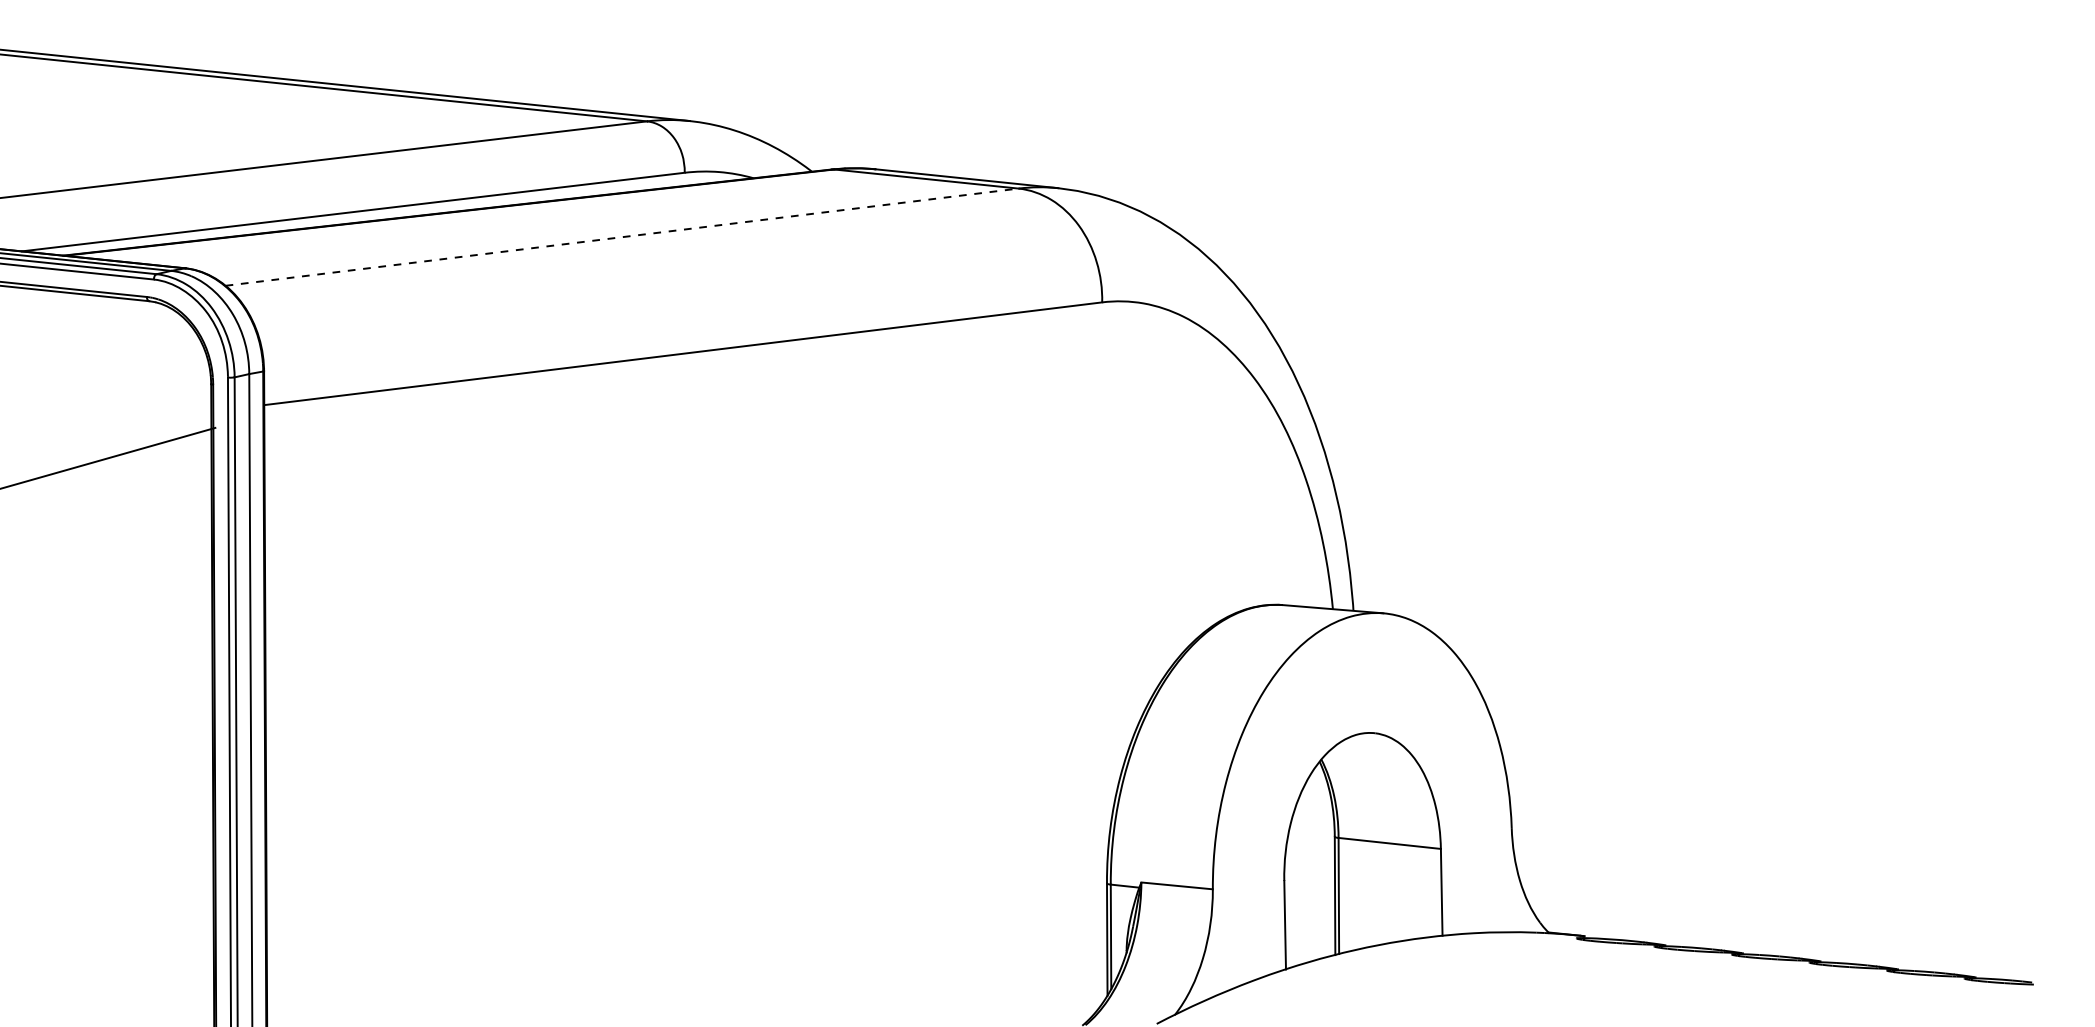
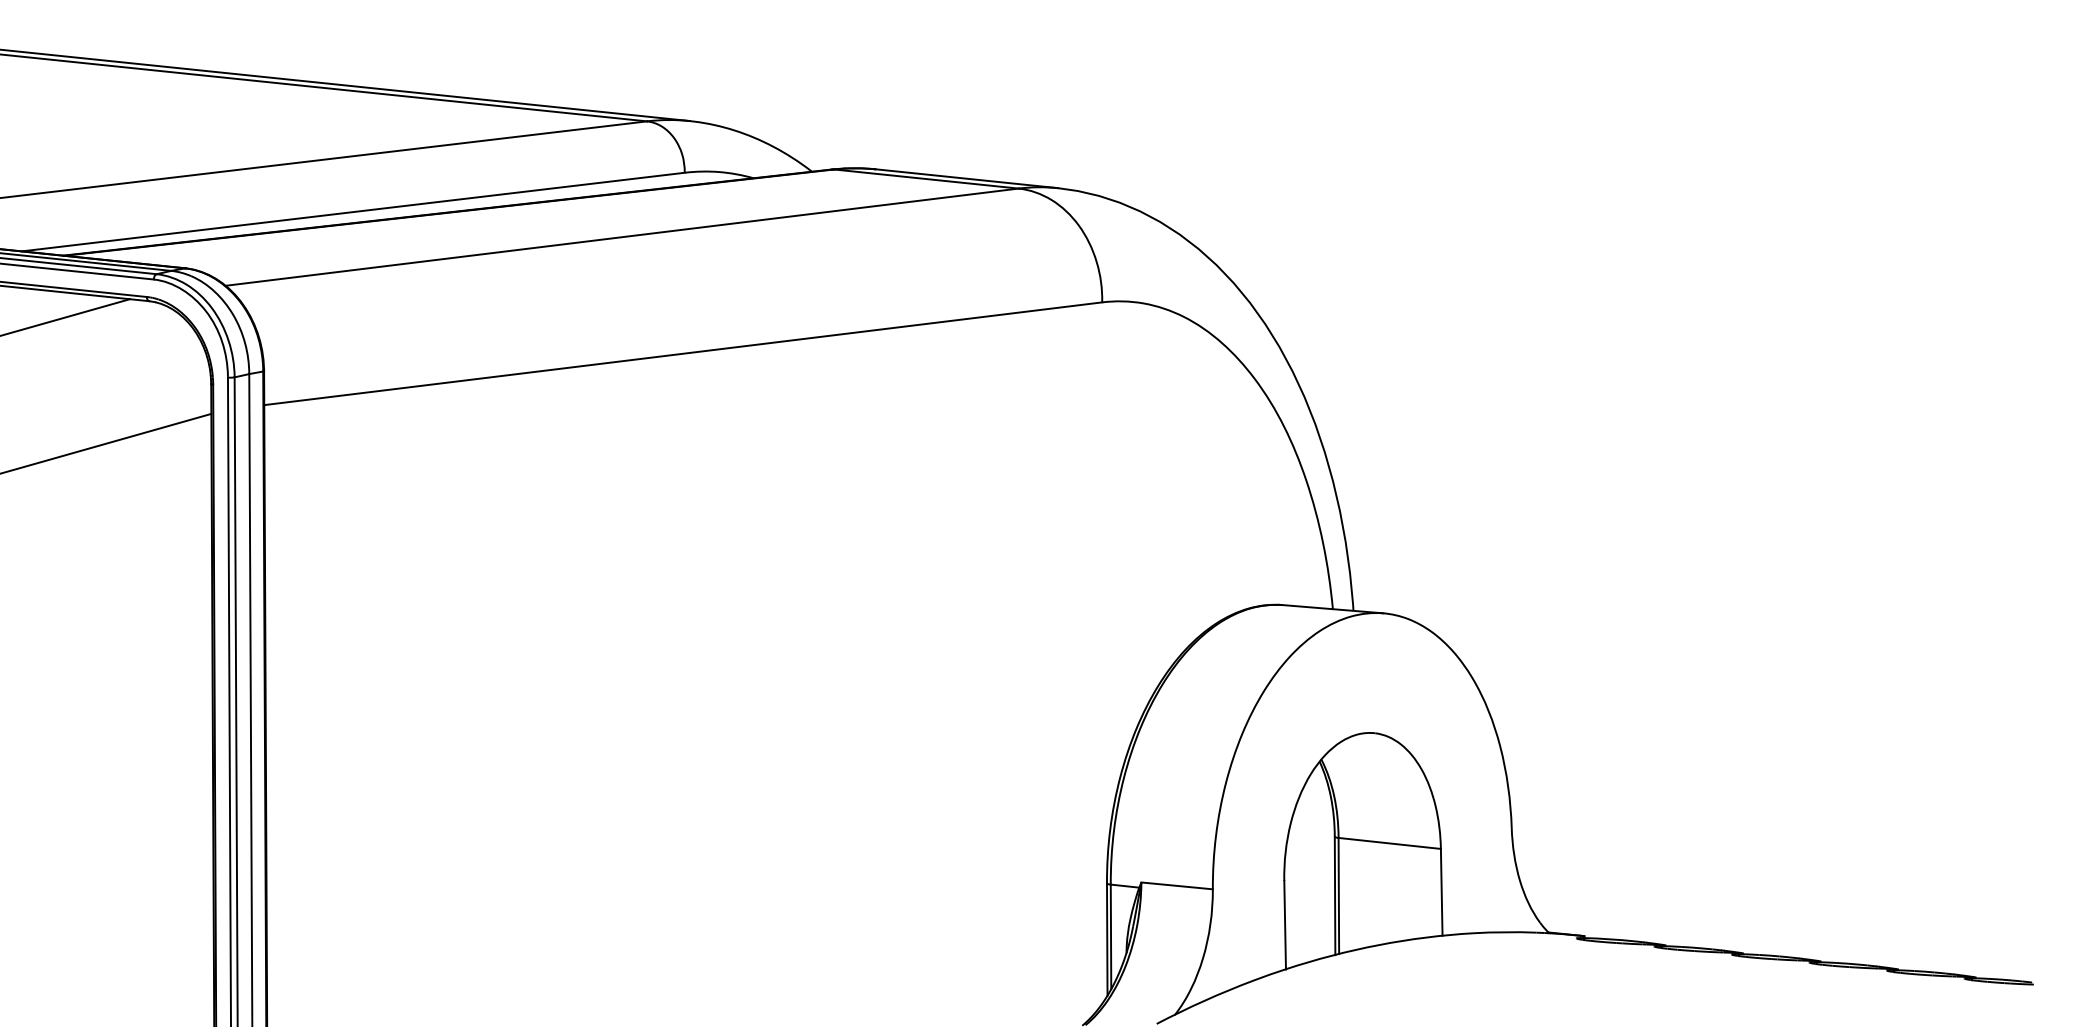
line at (622, 237): dashed -> solid
line at (65, 317): none -> present
line at (108, 457) position: (108, 457) -> (106, 443)
